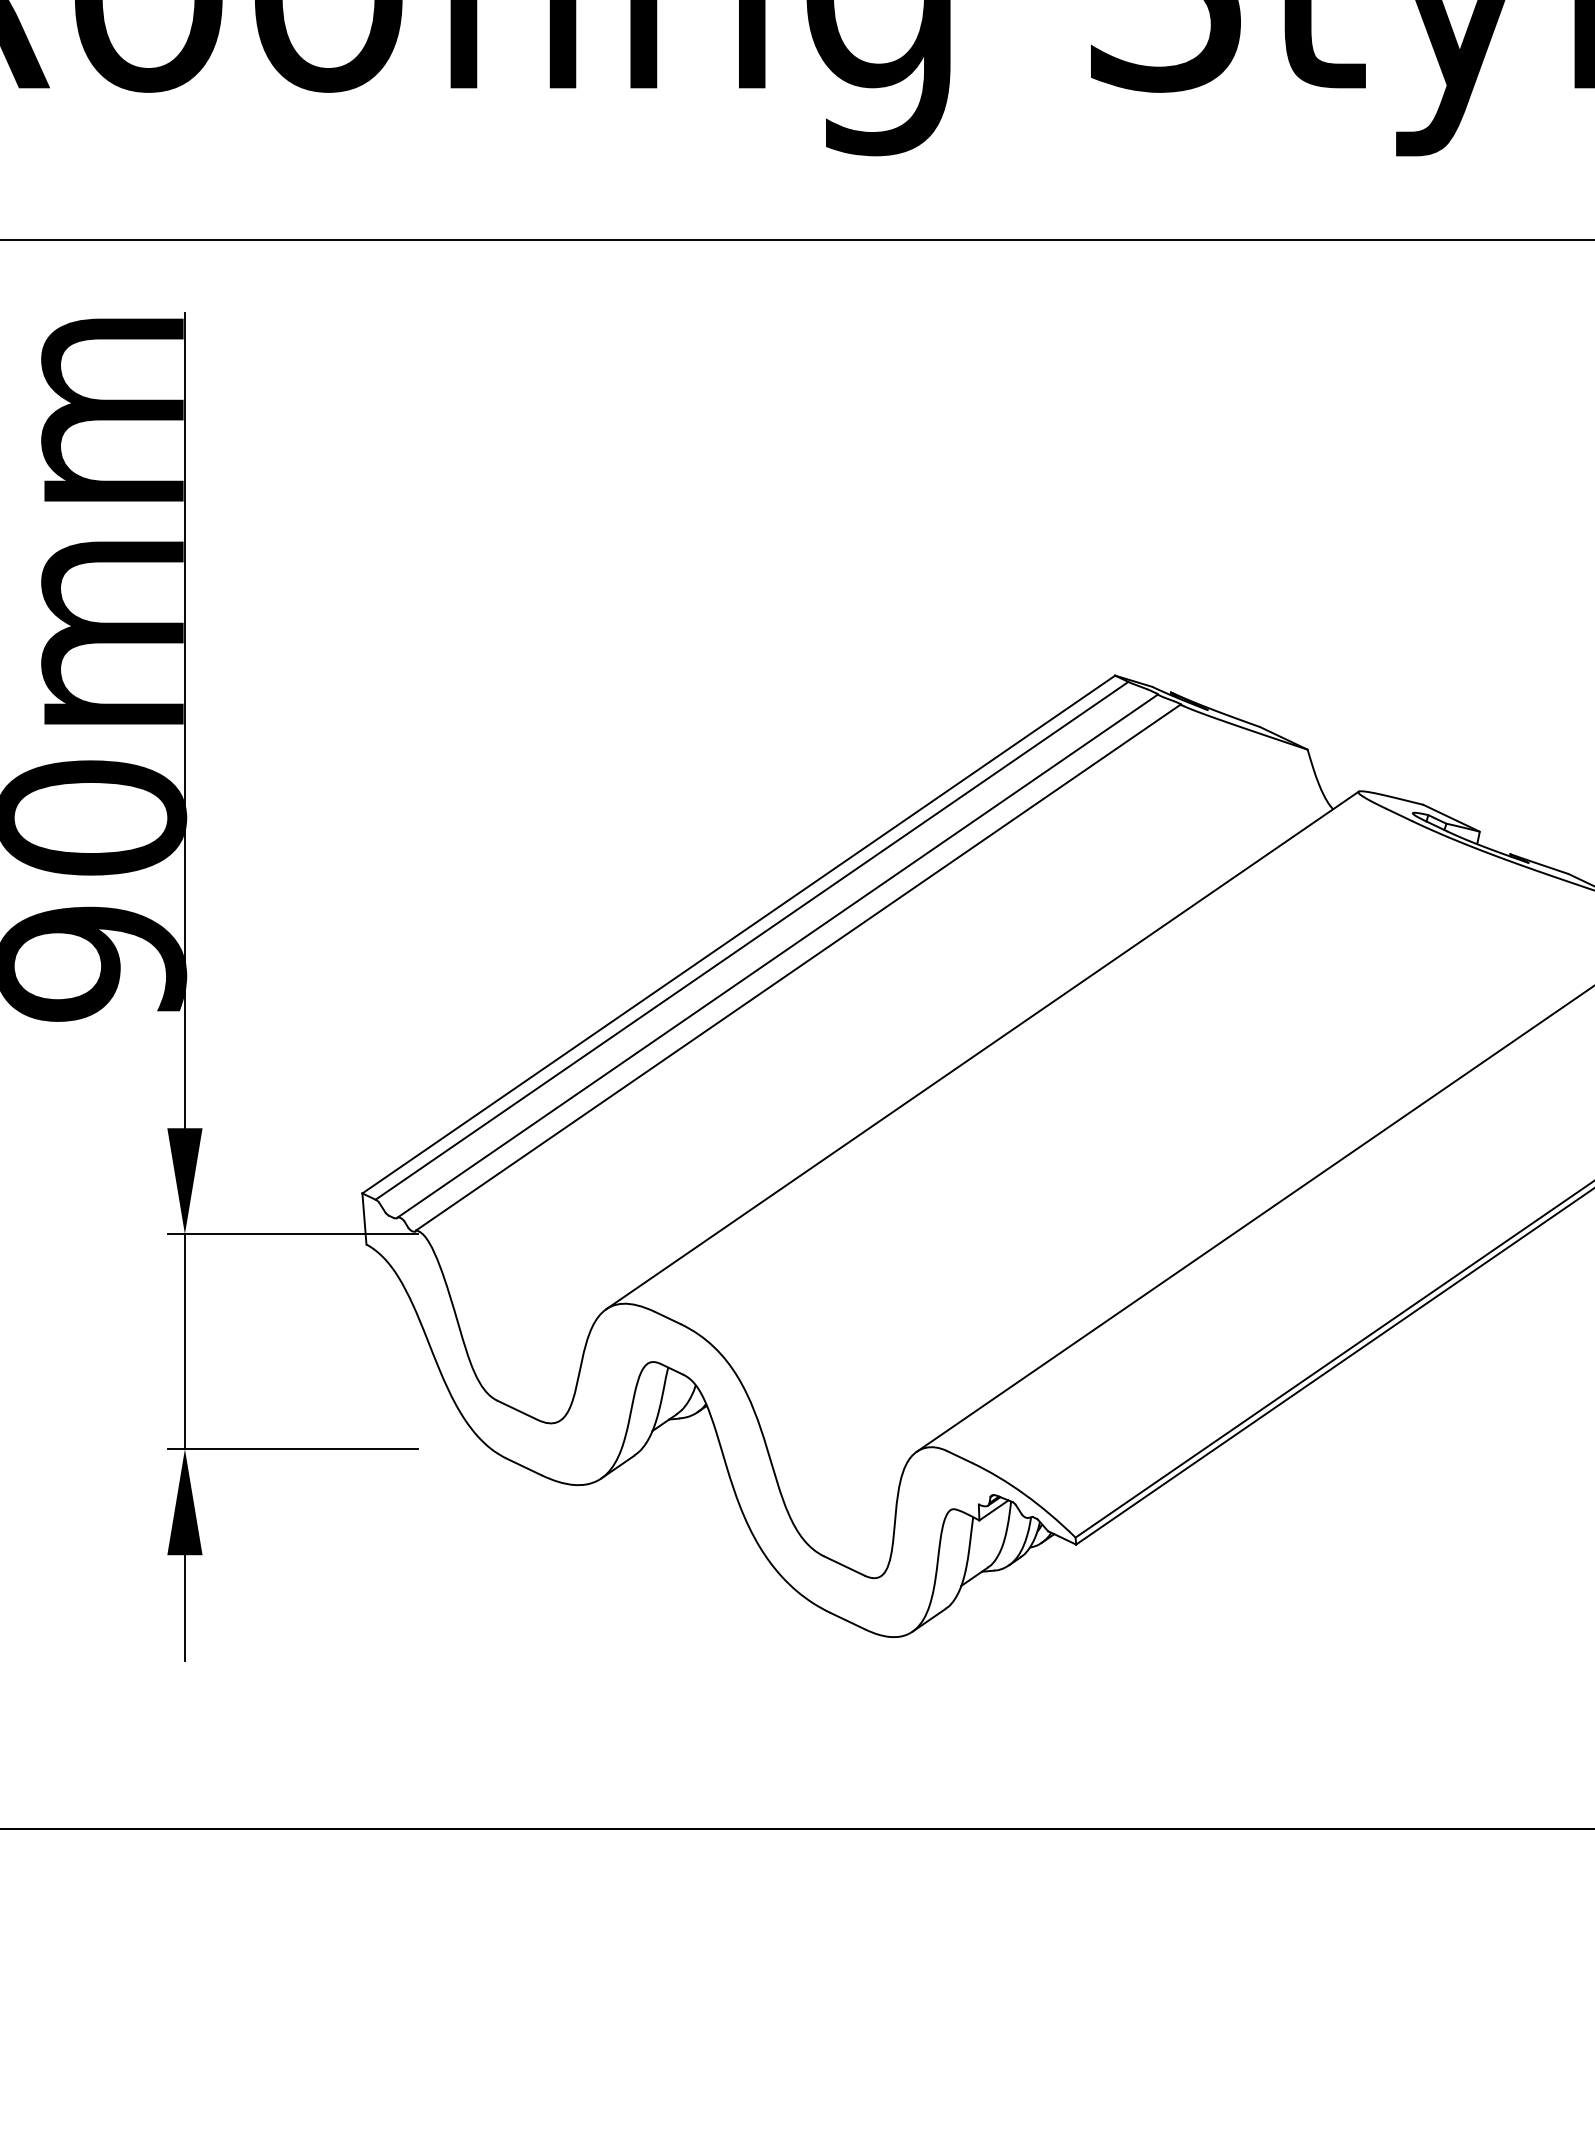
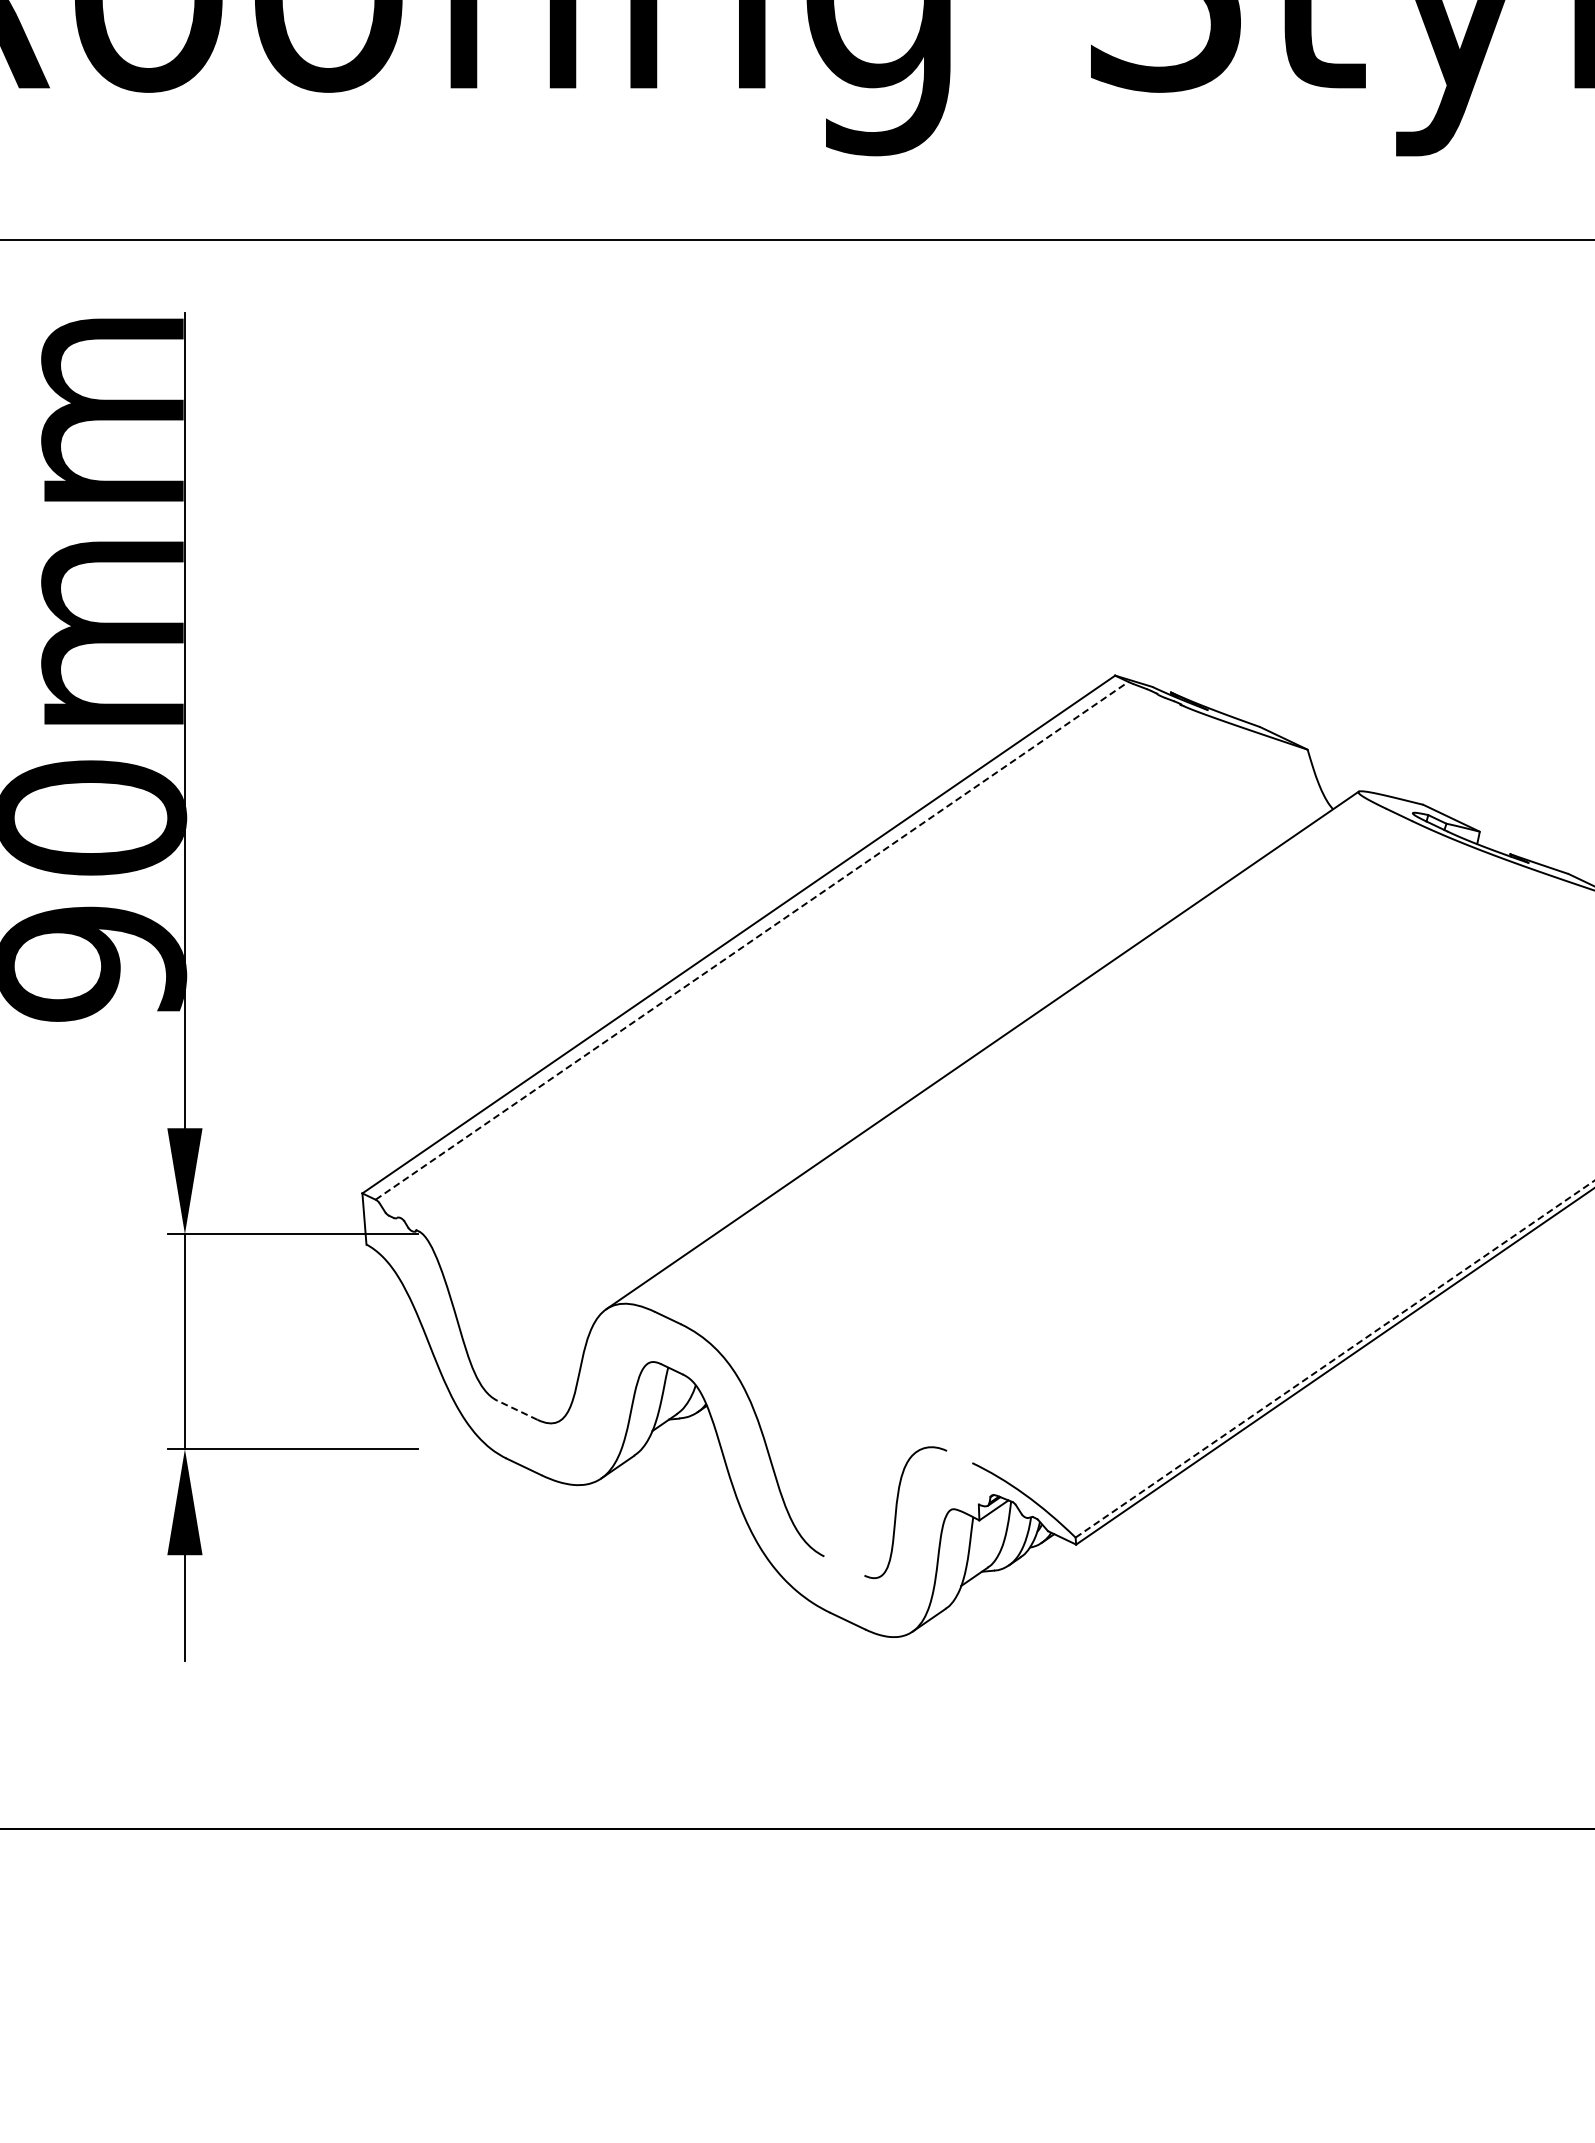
line at (752, 940): solid -> dashed
line at (777, 955): present -> none
line at (798, 967): present -> none
line at (1253, 1219): present -> none
line at (1334, 1359): solid -> dashed
line at (517, 1410): solid -> dashed
line at (959, 1457): present -> none
line at (844, 1565): present -> none
